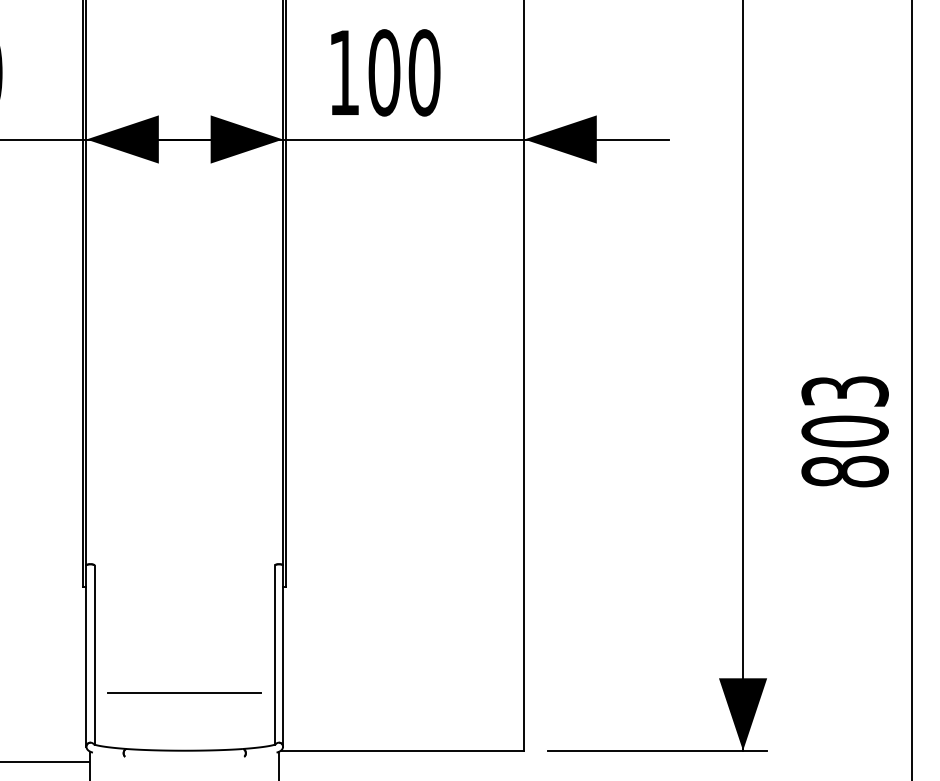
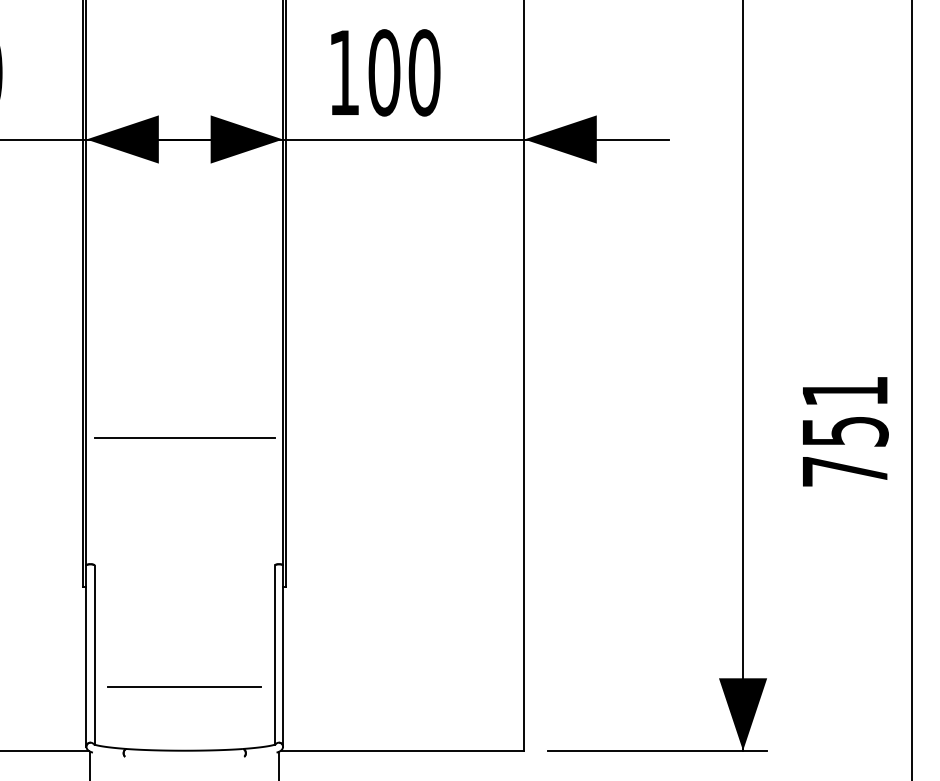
text at (844, 431): 803 -> 751
line at (184, 438): none -> present
line at (184, 692) position: (184, 692) -> (184, 686)
line at (45, 761) position: (45, 761) -> (45, 750)
